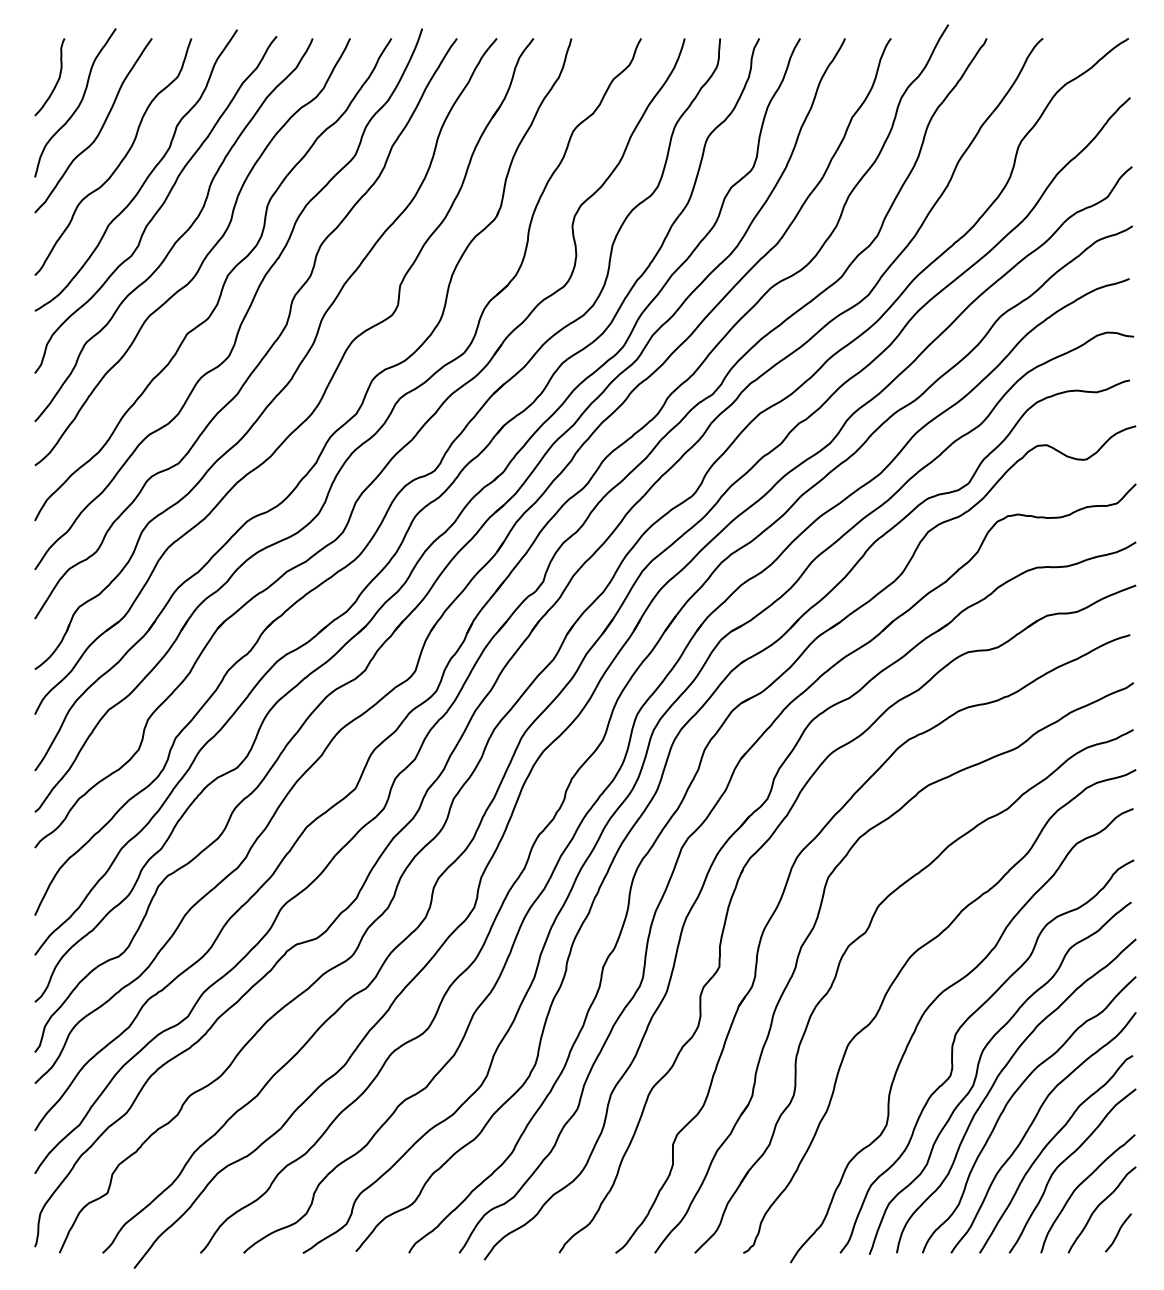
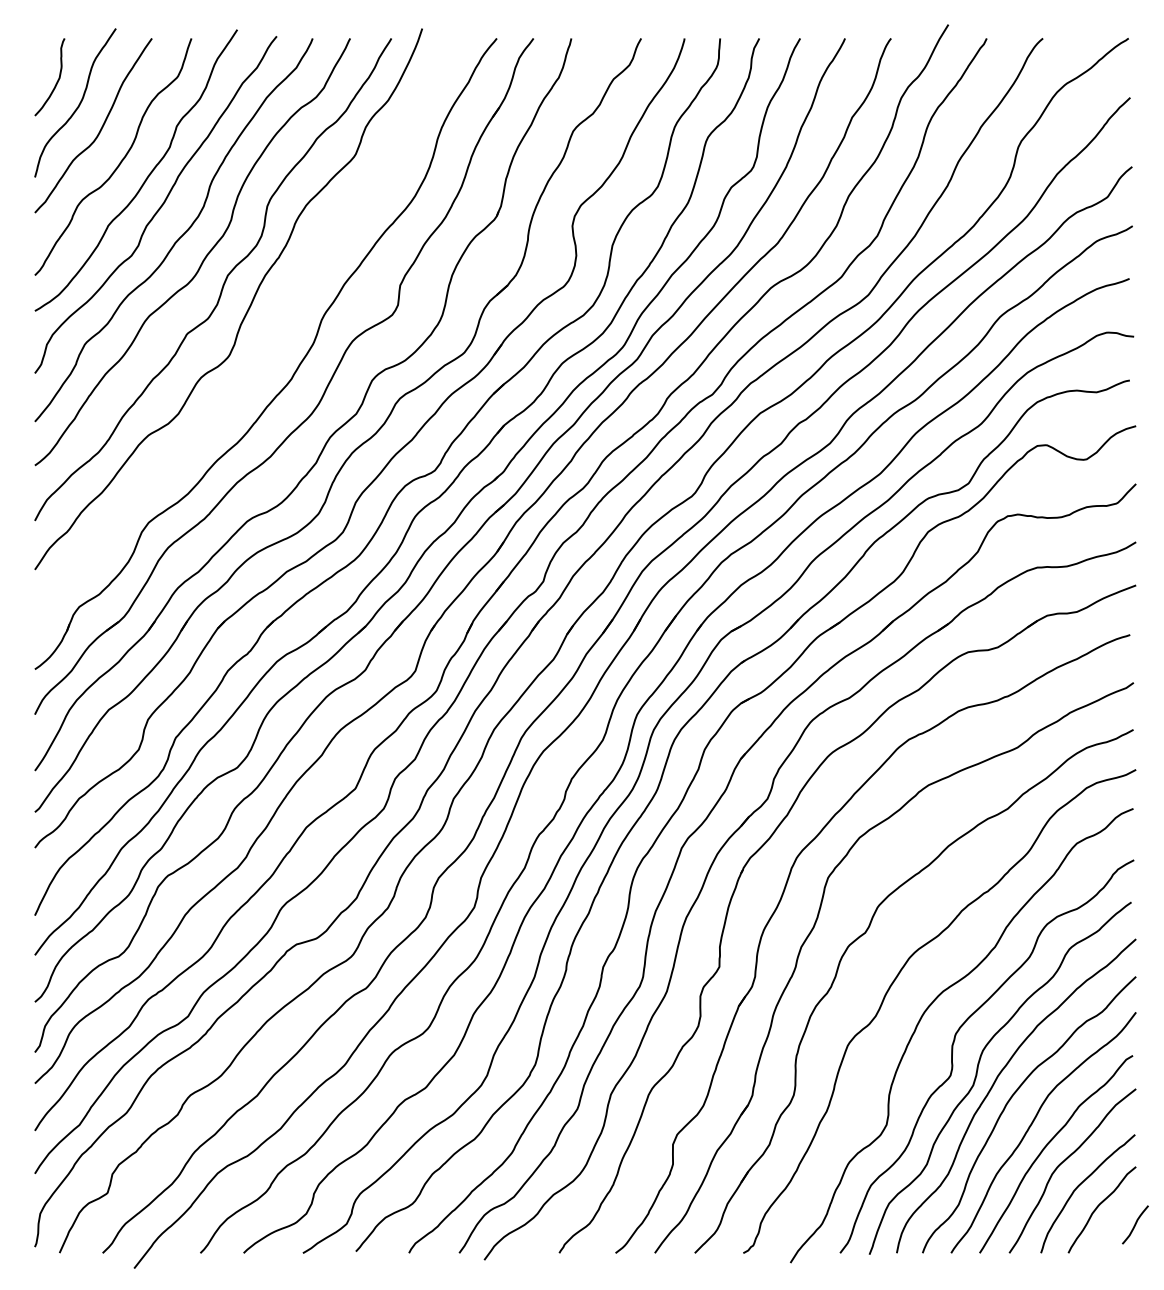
curve at (269, 347): present -> none
curve at (1118, 1232) position: (1118, 1232) -> (1135, 1224)
